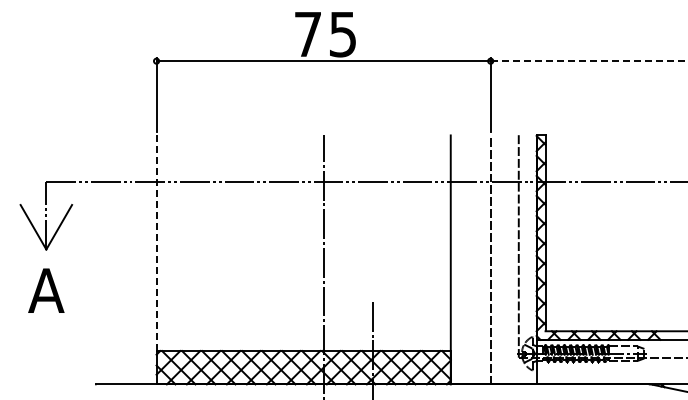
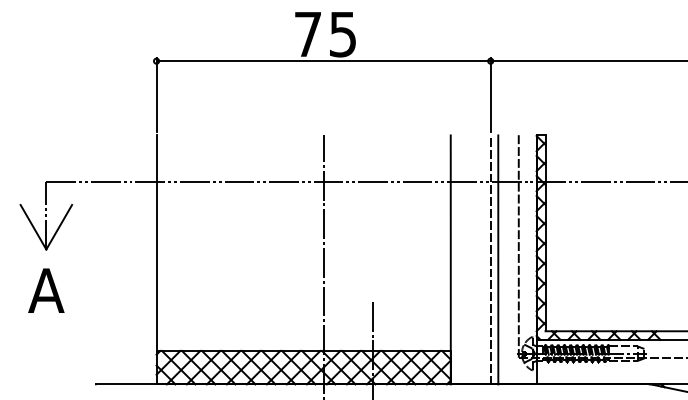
line at (589, 61): dashed -> solid
line at (156, 243): dashed -> solid
line at (498, 259): none -> present
